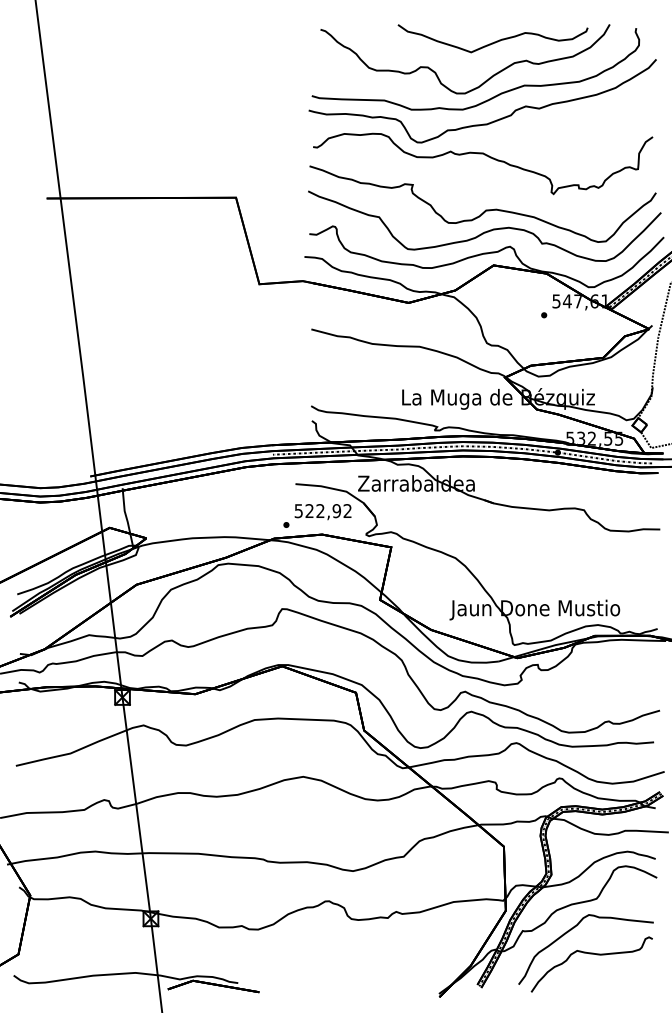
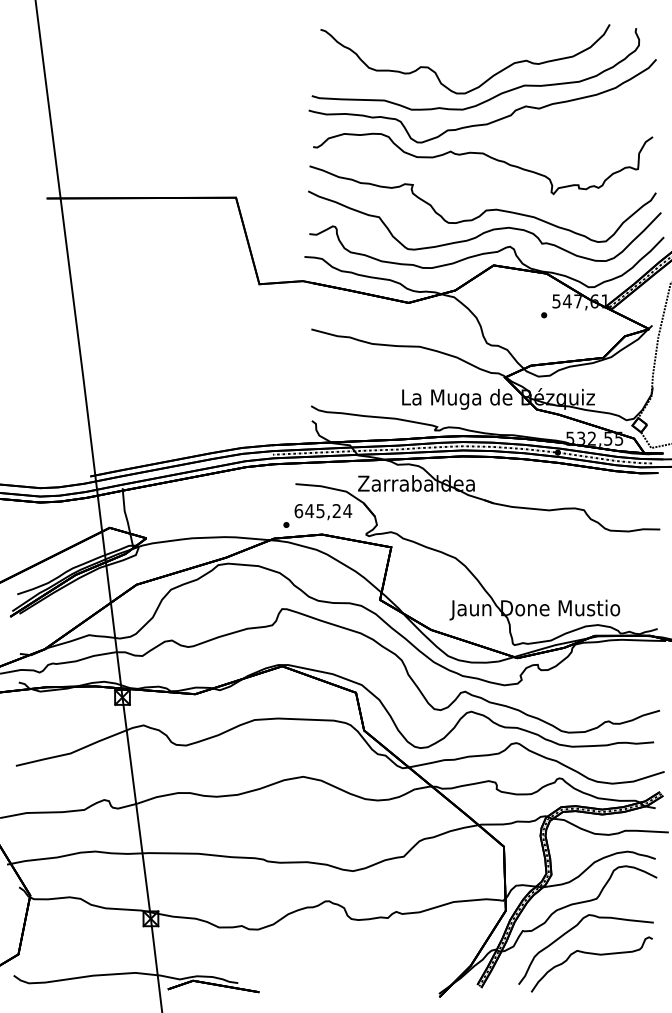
curve at (494, 41): present -> none
text at (323, 511): 522,92 -> 645,24
